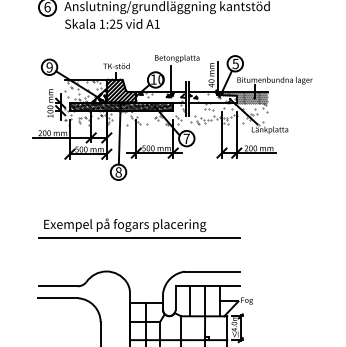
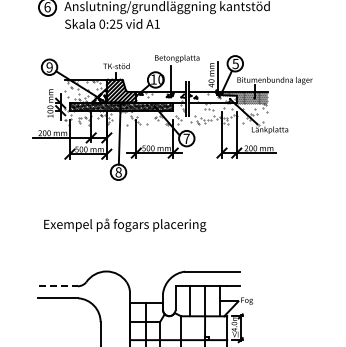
text at (102, 23): 1:25 -> 0:25
line at (138, 237): present -> none
line at (58, 286): solid -> dashed
